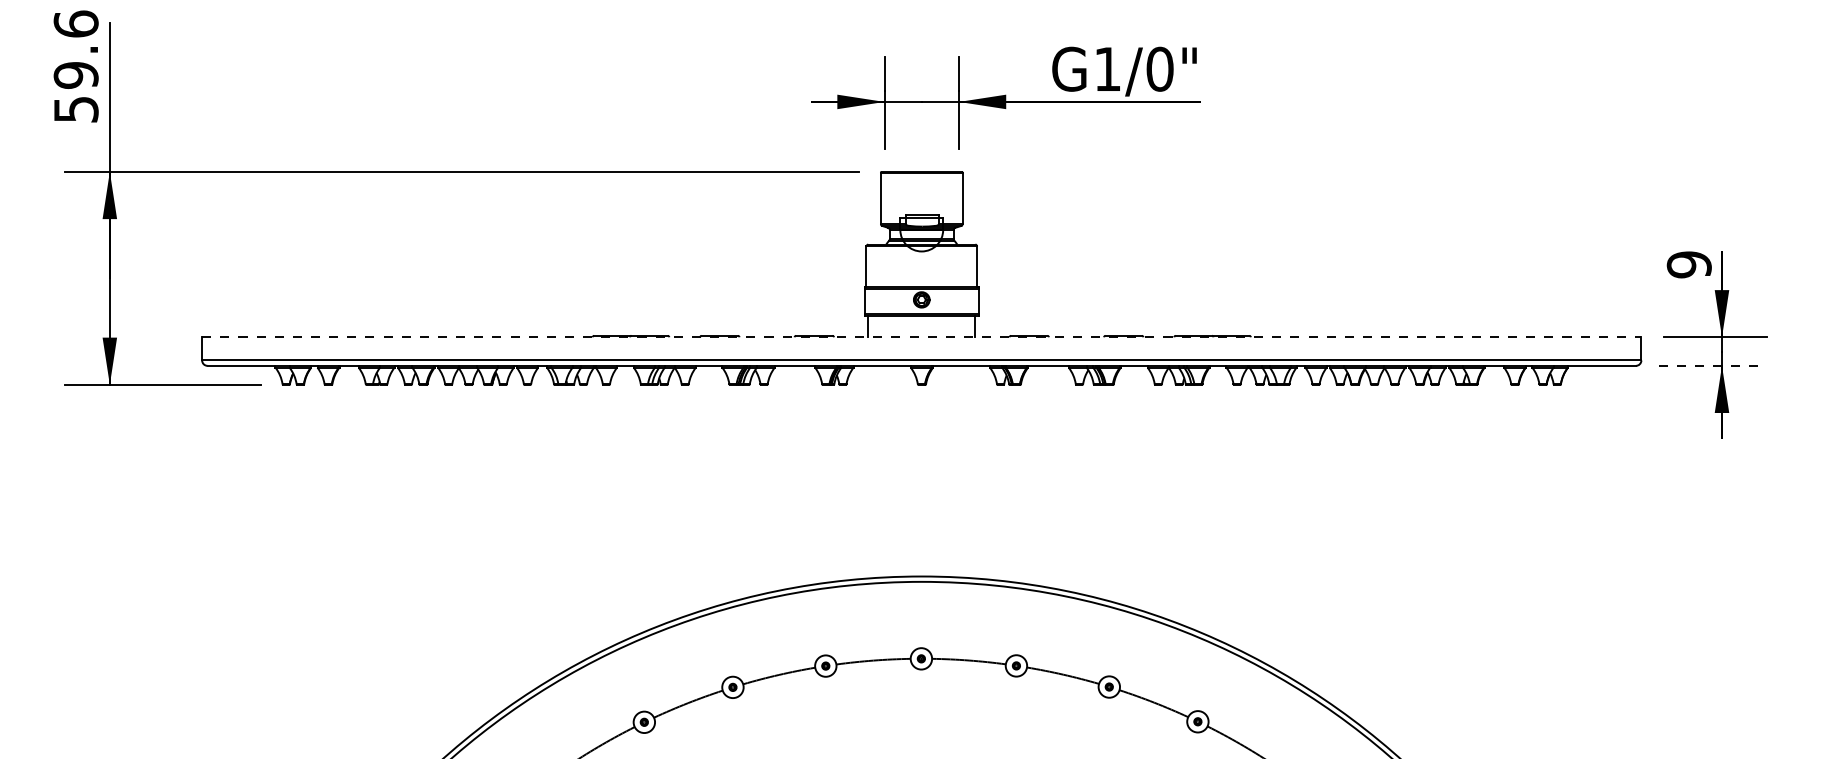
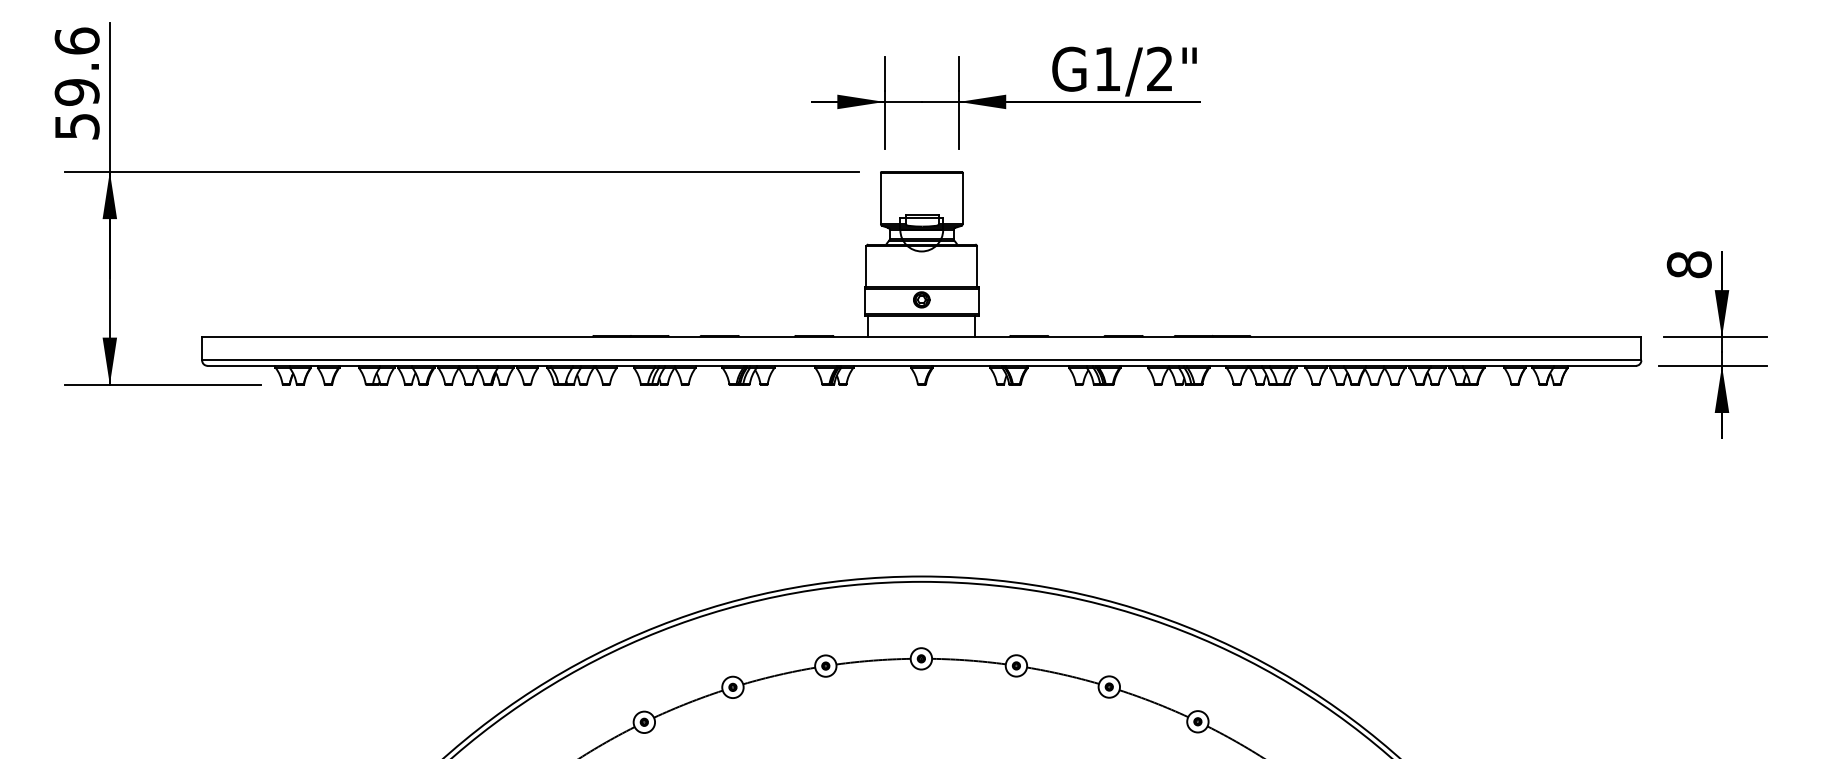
text at (75, 66) position: (75, 66) -> (76, 83)
text at (1159, 68): G1/0" -> G1/2"
text at (1689, 264): 9 -> 8
line at (921, 337): dashed -> solid
line at (1713, 365): dashed -> solid
